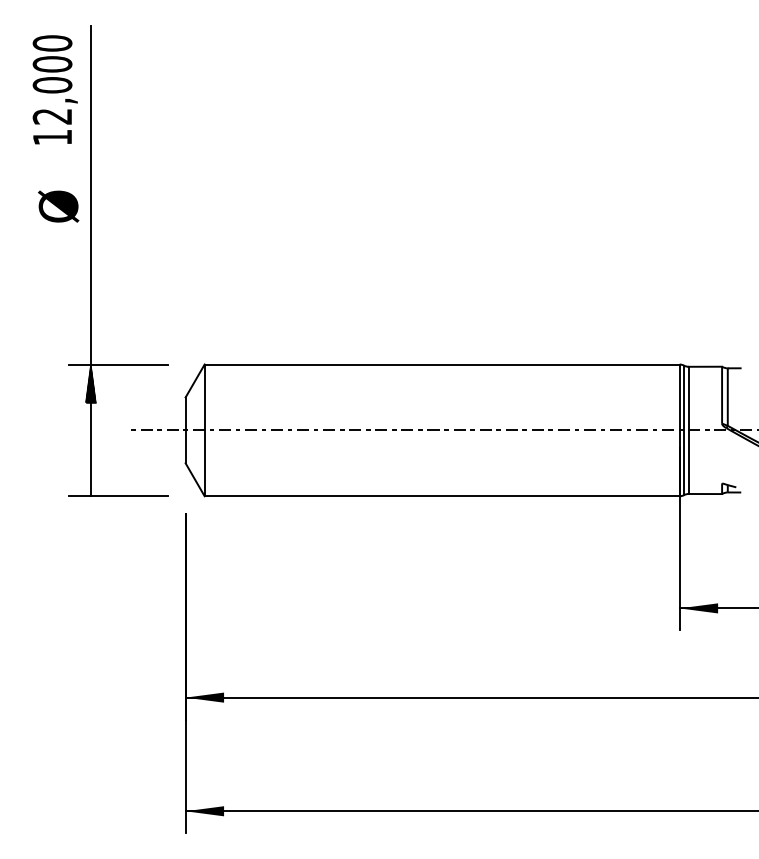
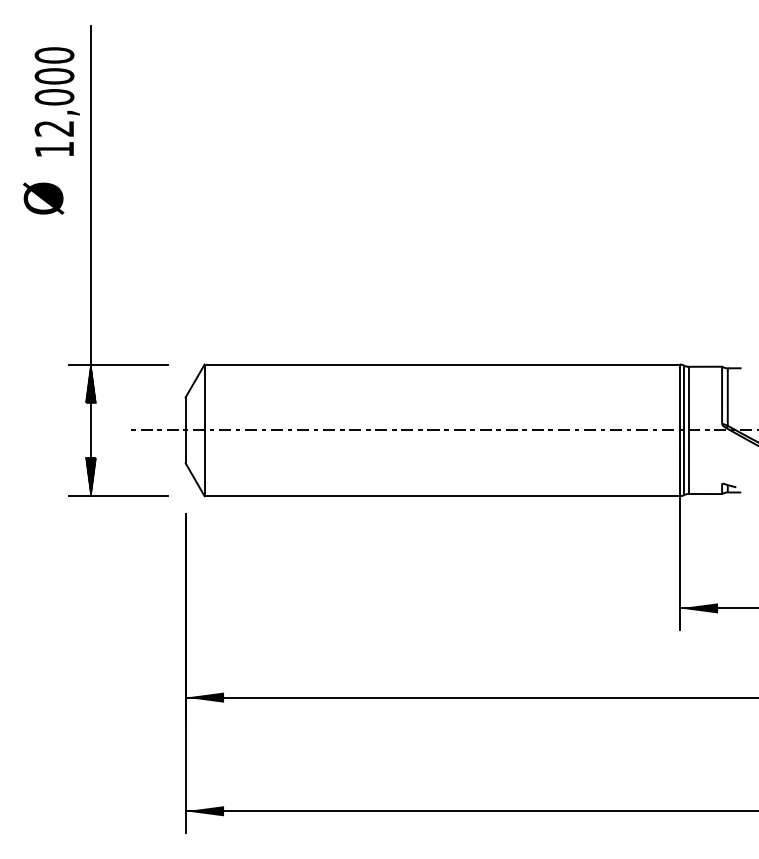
text at (54, 89) position: (54, 89) -> (56, 101)
text at (58, 206) position: (58, 206) -> (43, 198)
hatch at (90, 476): none -> present
